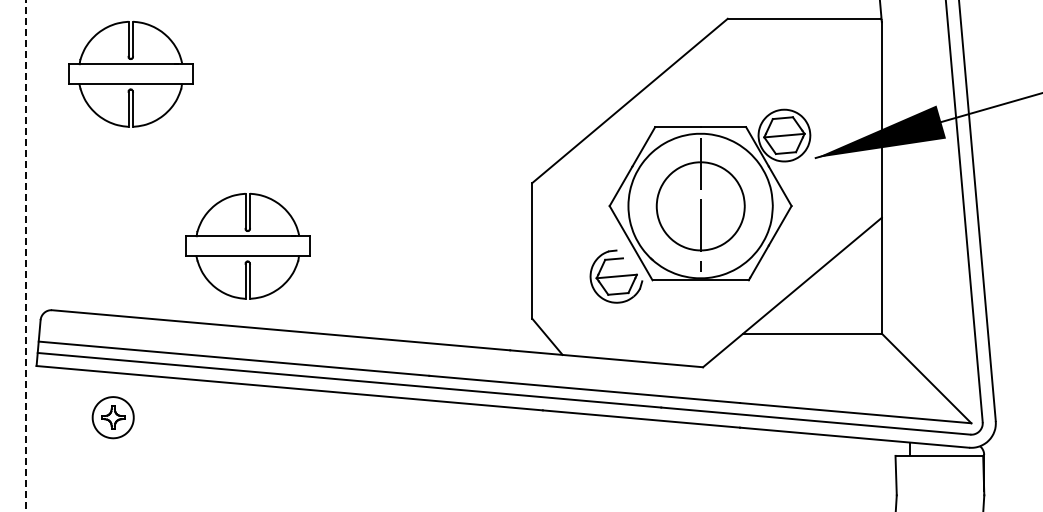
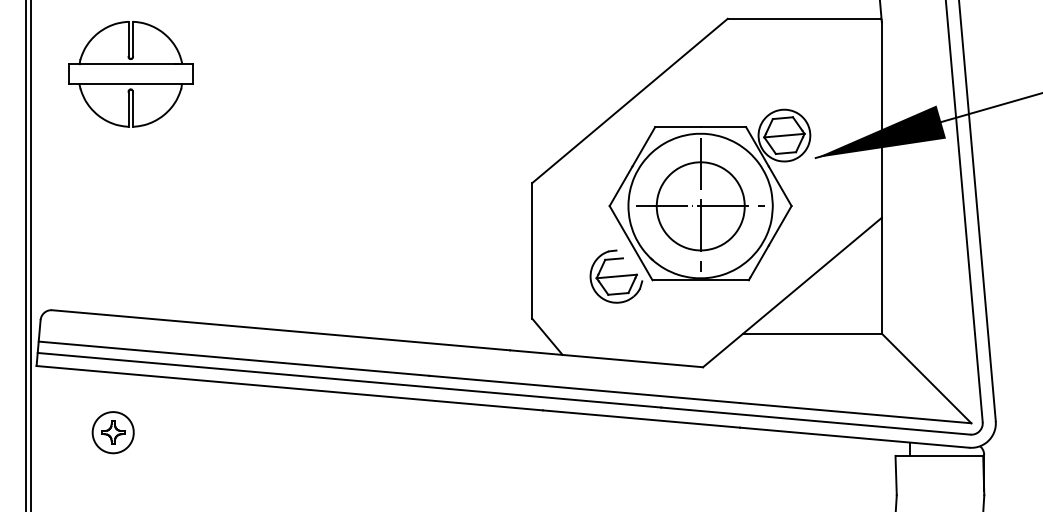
line at (699, 206): none -> present
part at (247, 245): present -> none
line at (25, 255): dashed -> solid
line at (31, 255): none -> present
part at (112, 417) position: (112, 417) -> (112, 432)
